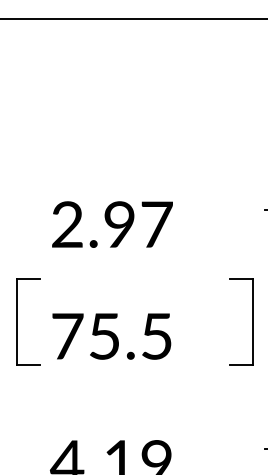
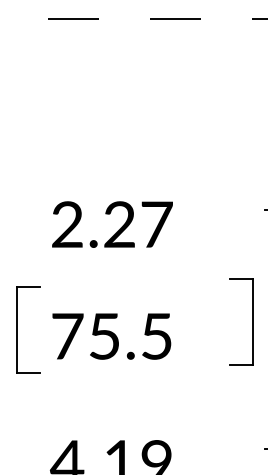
line at (134, 18): solid -> dashed
text at (119, 224): 2.97 -> 2.27
part at (17, 321) position: (17, 321) -> (17, 329)
